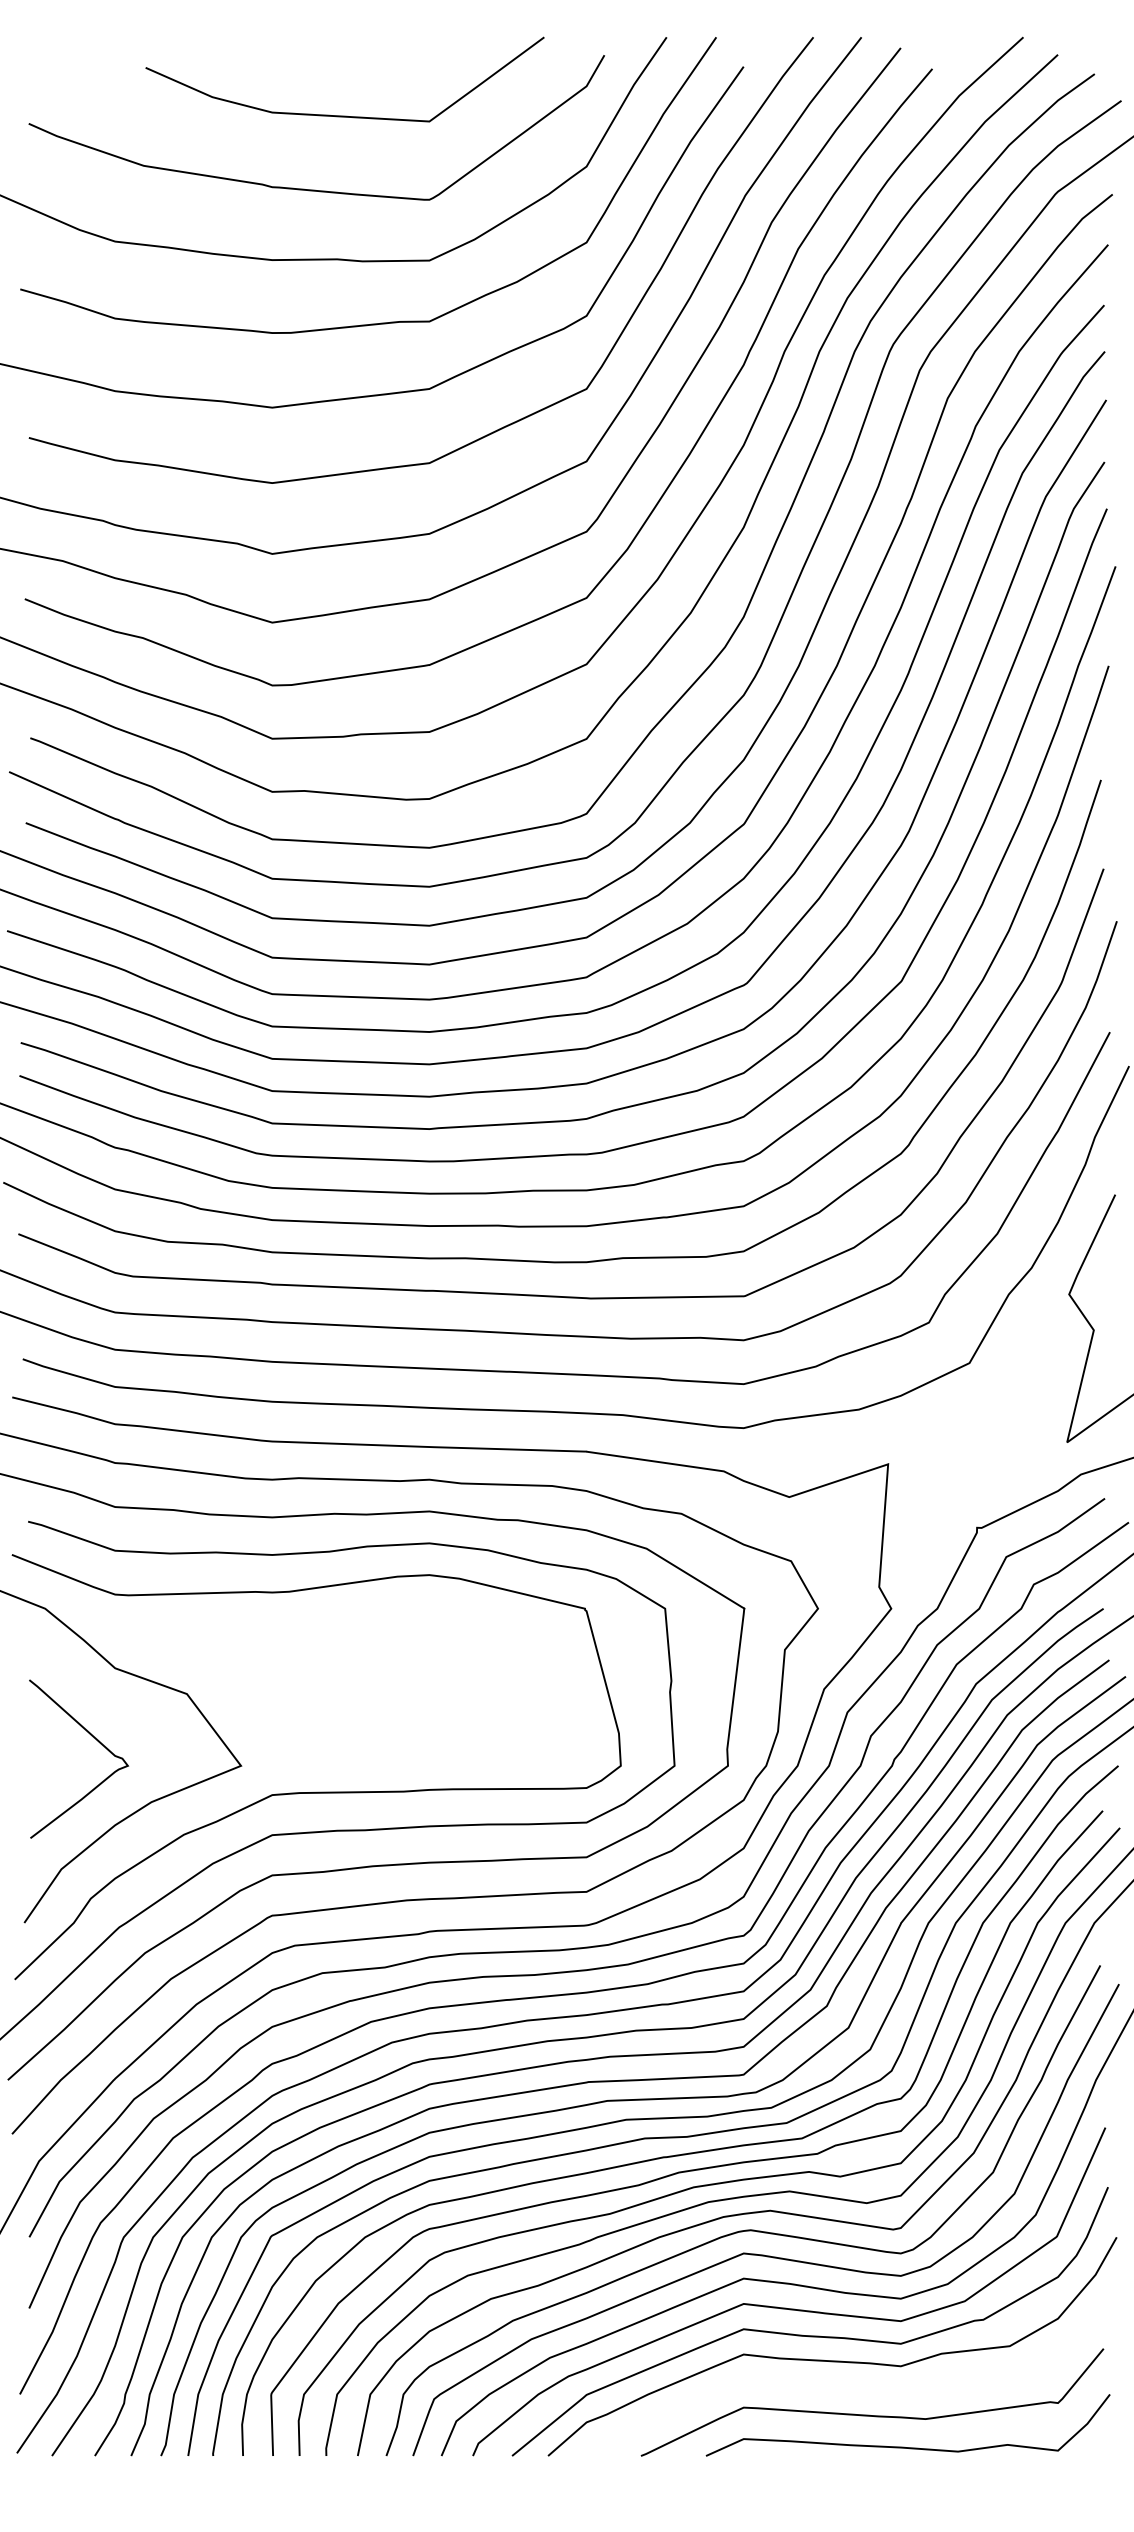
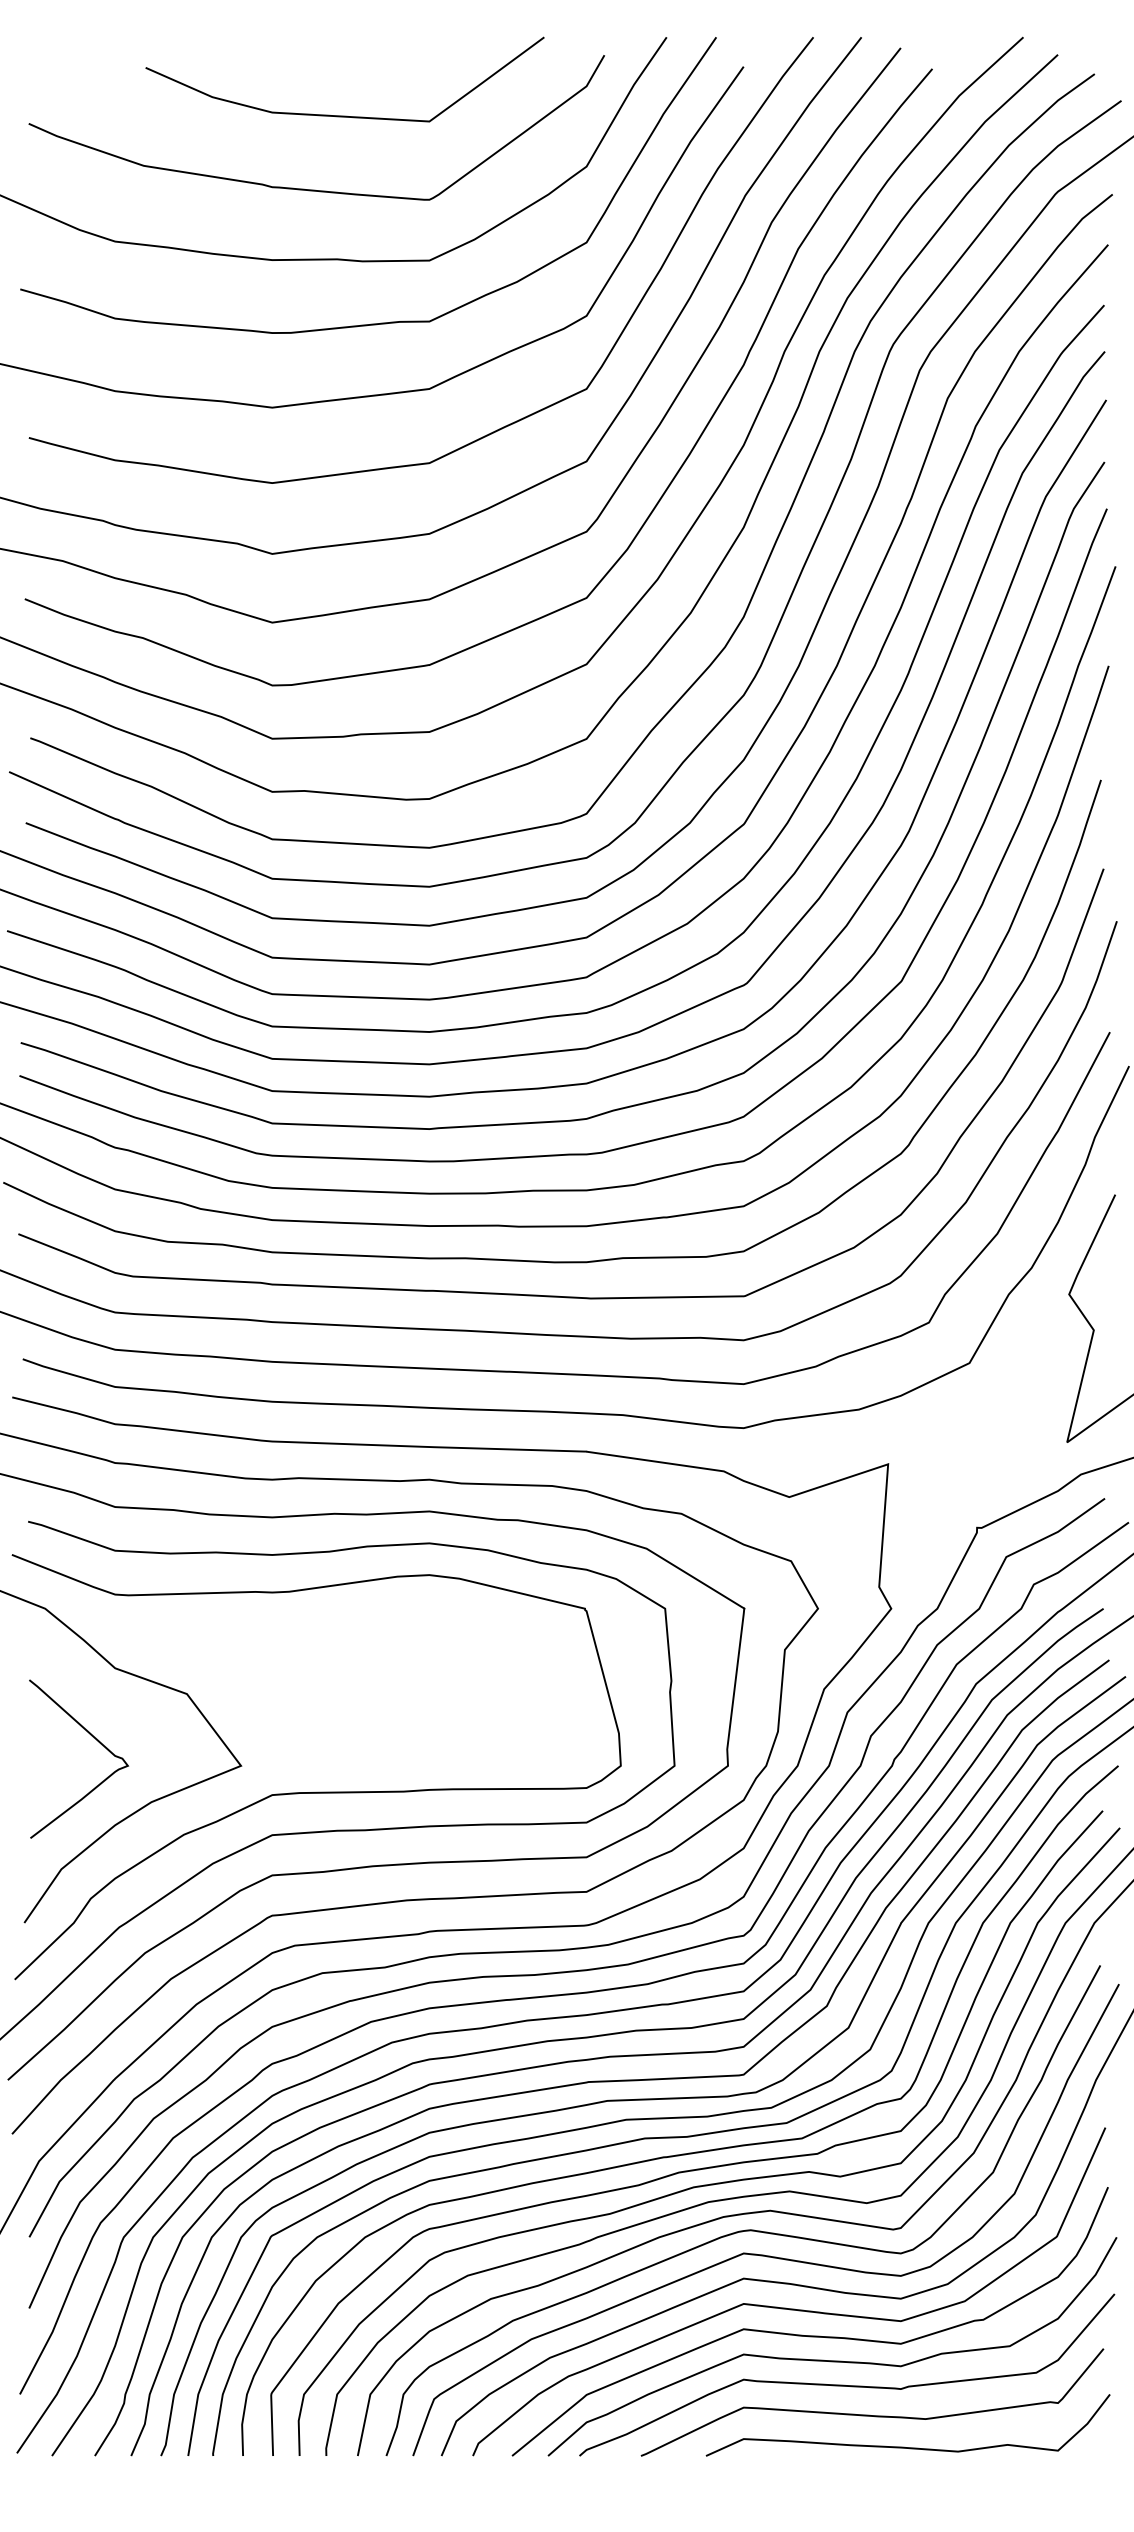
curve at (844, 2384): none -> present
